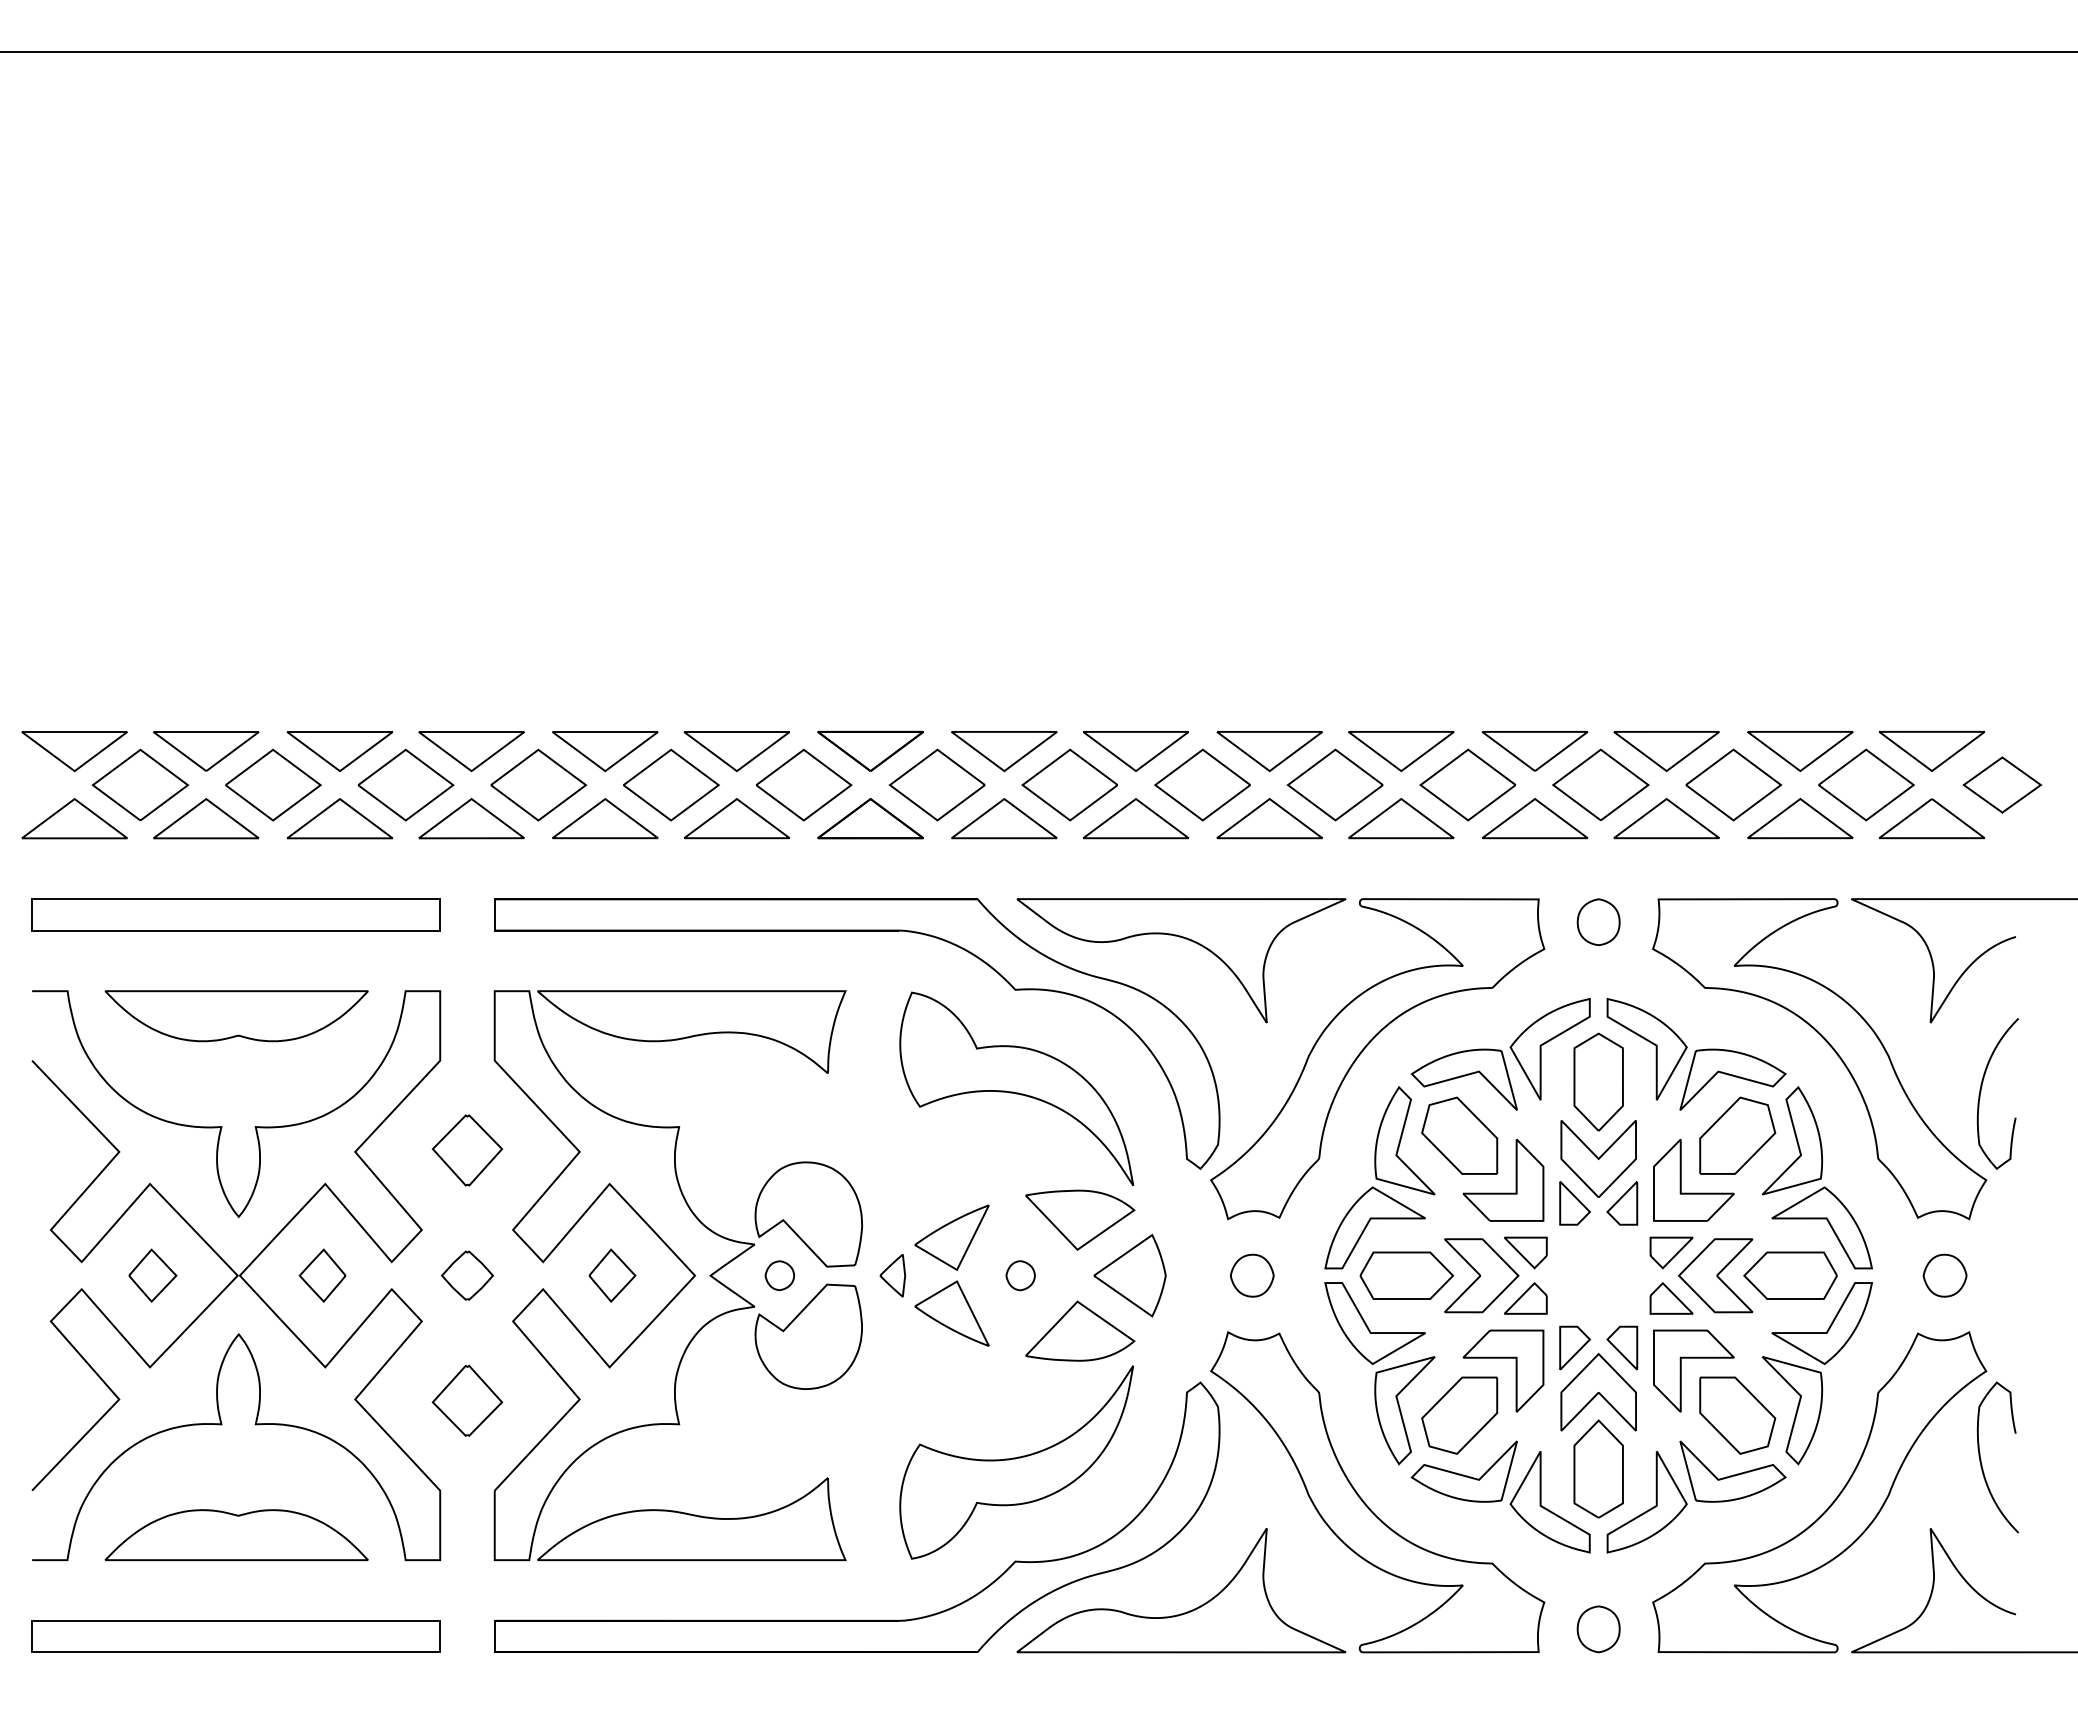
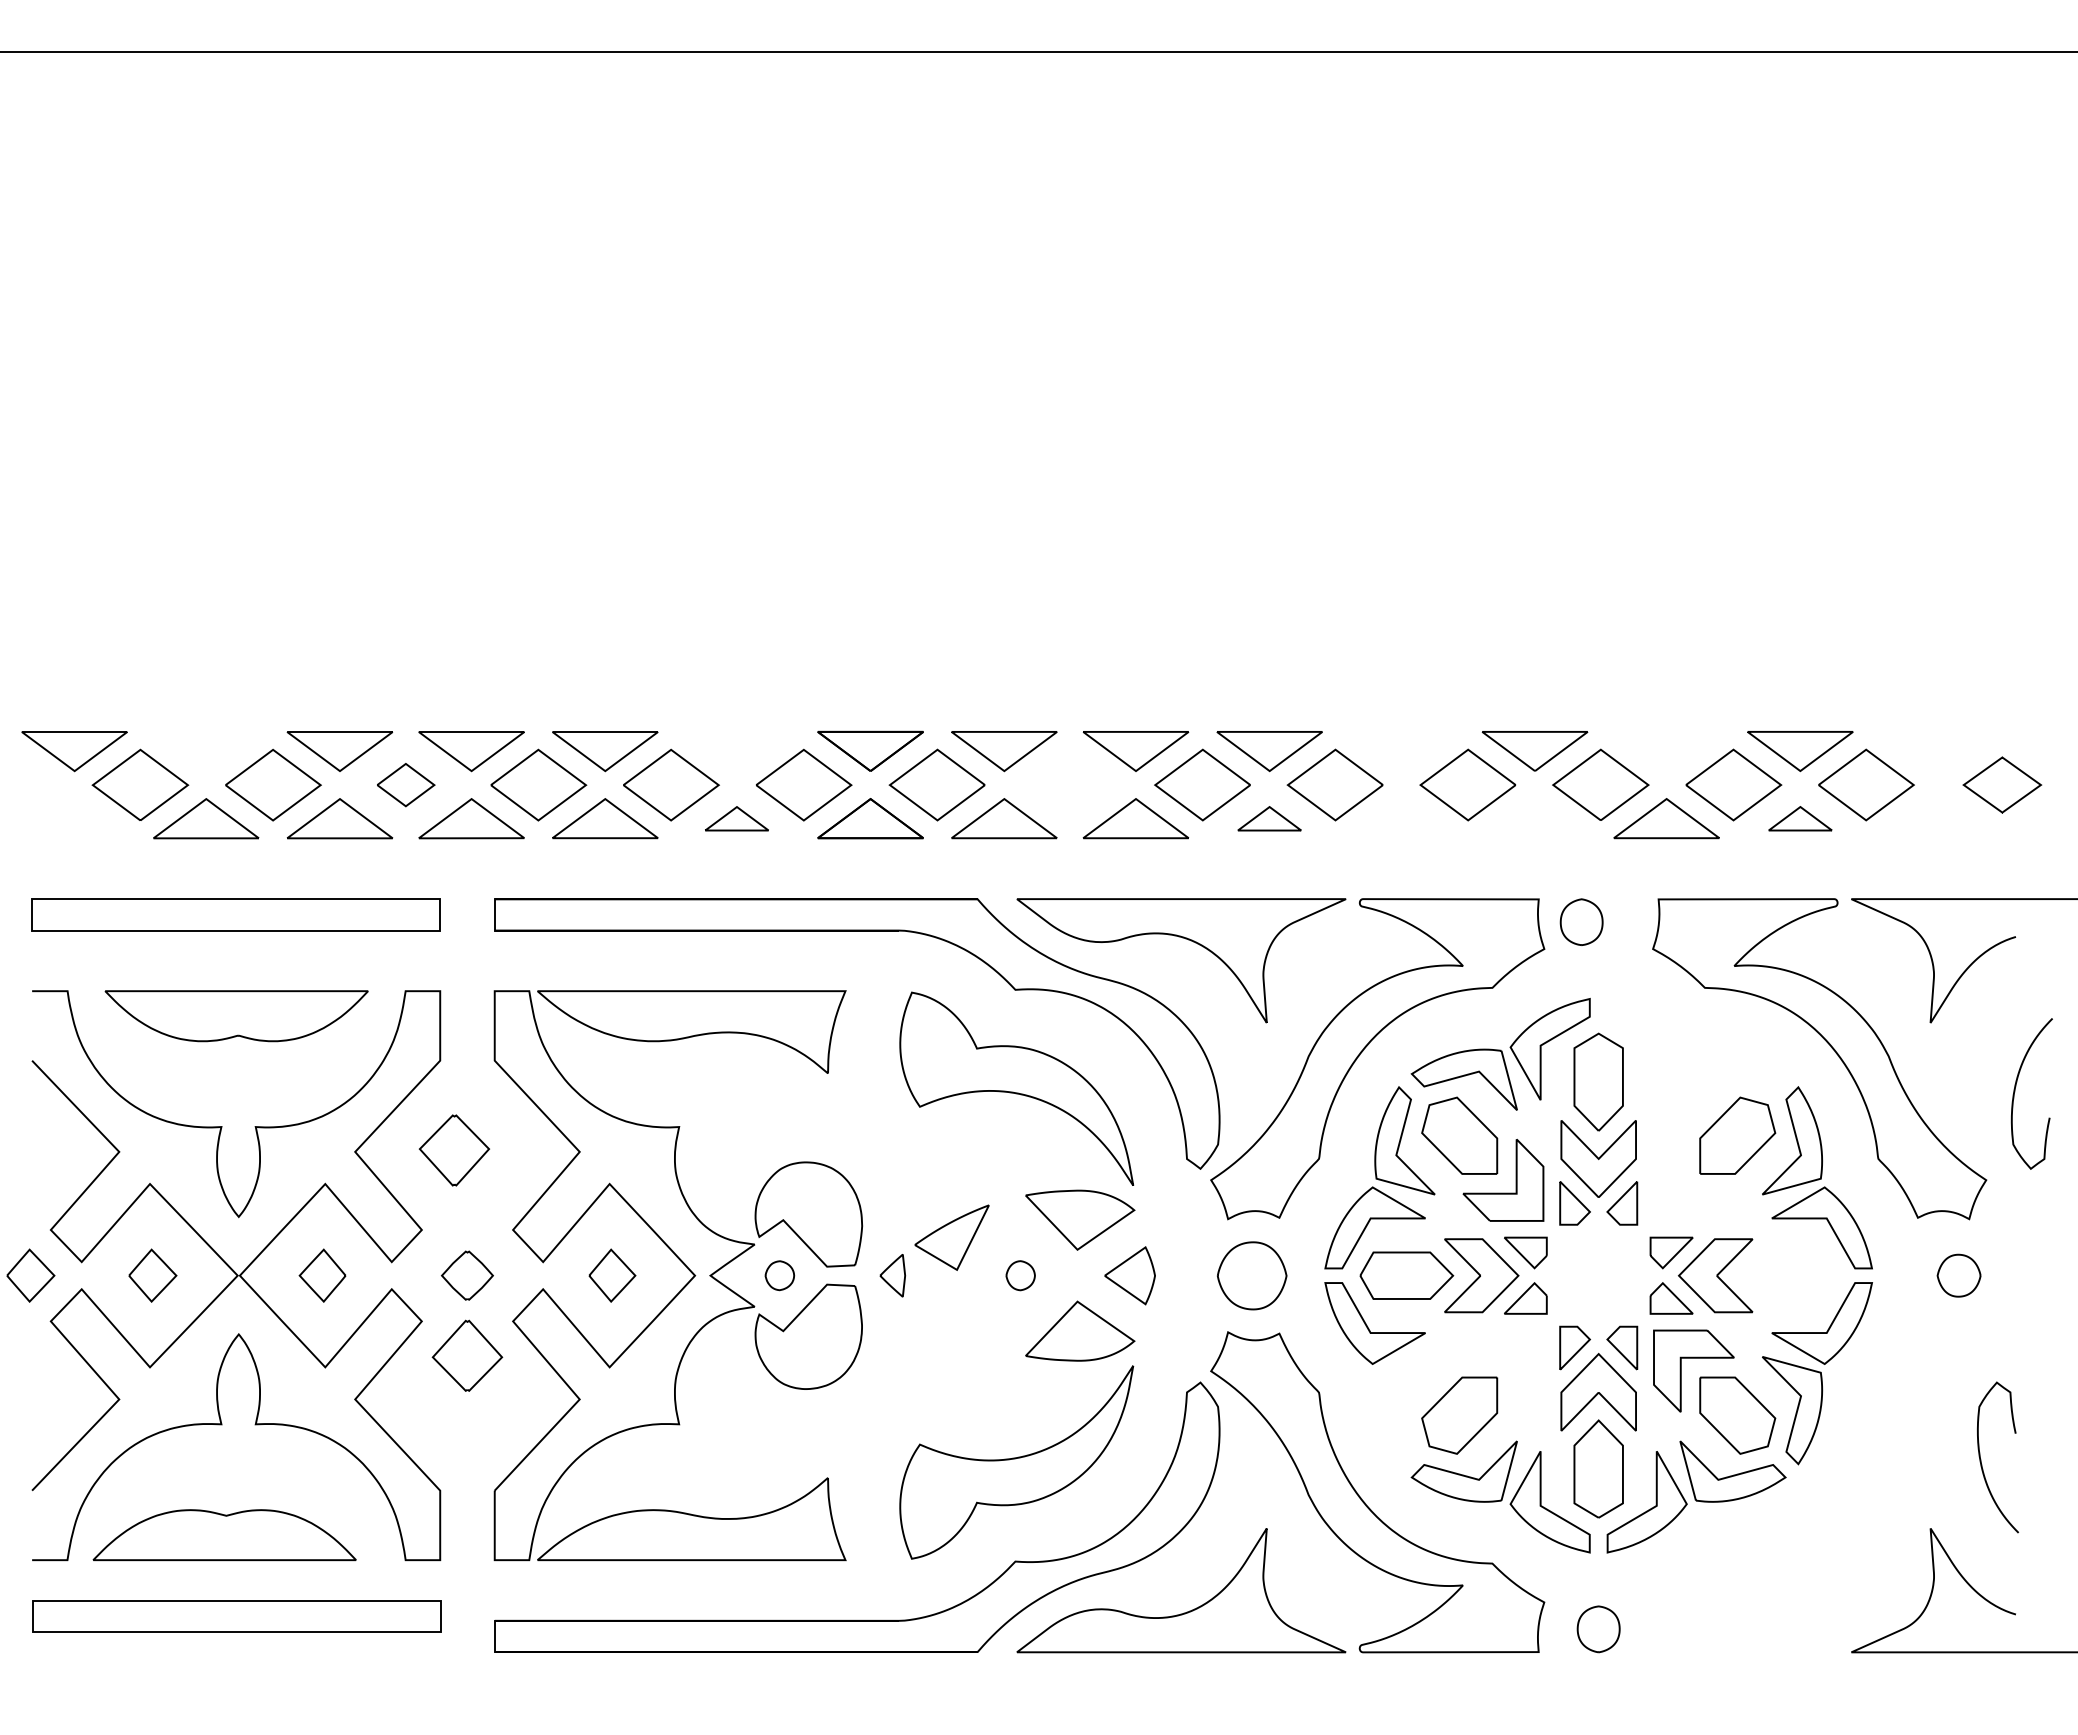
part at (206, 751): present -> none
part at (736, 751): present -> none
part at (1401, 751): present -> none
part at (1666, 751): present -> none
part at (1932, 751): present -> none
part at (405, 784) size: 98x74 px -> 59x45 px
part at (1069, 784): present -> none
part at (74, 818): present -> none
part at (736, 818) size: 108x42 px -> 64x26 px
part at (1269, 818) size: 107x42 px -> 65x26 px
part at (1401, 818): present -> none
part at (1535, 818): present -> none
part at (1800, 818) size: 107x42 px -> 65x26 px
part at (1931, 818): present -> none
part at (1598, 921) position: (1598, 921) -> (1581, 921)
part at (1696, 1054): present -> none
curve at (1981, 1092) position: (1981, 1092) -> (2015, 1092)
part at (466, 1150) position: (466, 1150) -> (453, 1150)
part at (1681, 1180): present -> none
part at (30, 1275): none -> present
part at (1129, 1275) size: 74x84 px -> 52x60 px
part at (1252, 1275) size: 45x45 px -> 71x70 px
part at (1790, 1275): present -> none
part at (1944, 1275) position: (1944, 1275) -> (1958, 1275)
part at (951, 1313): present -> none
part at (1503, 1358): present -> none
part at (467, 1400) position: (467, 1400) -> (467, 1355)
part at (1404, 1410): present -> none
part at (1833, 1500): present -> none
part at (236, 1535) position: (236, 1535) -> (224, 1535)
part at (235, 1636) position: (235, 1636) -> (236, 1616)
